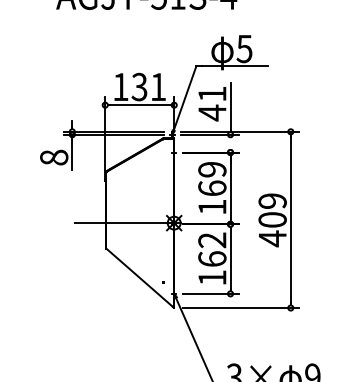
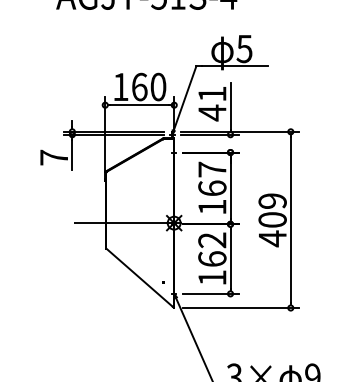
text at (148, 86): 131 -> 160
text at (54, 157): 8 -> 7
text at (212, 169): 169 -> 167
